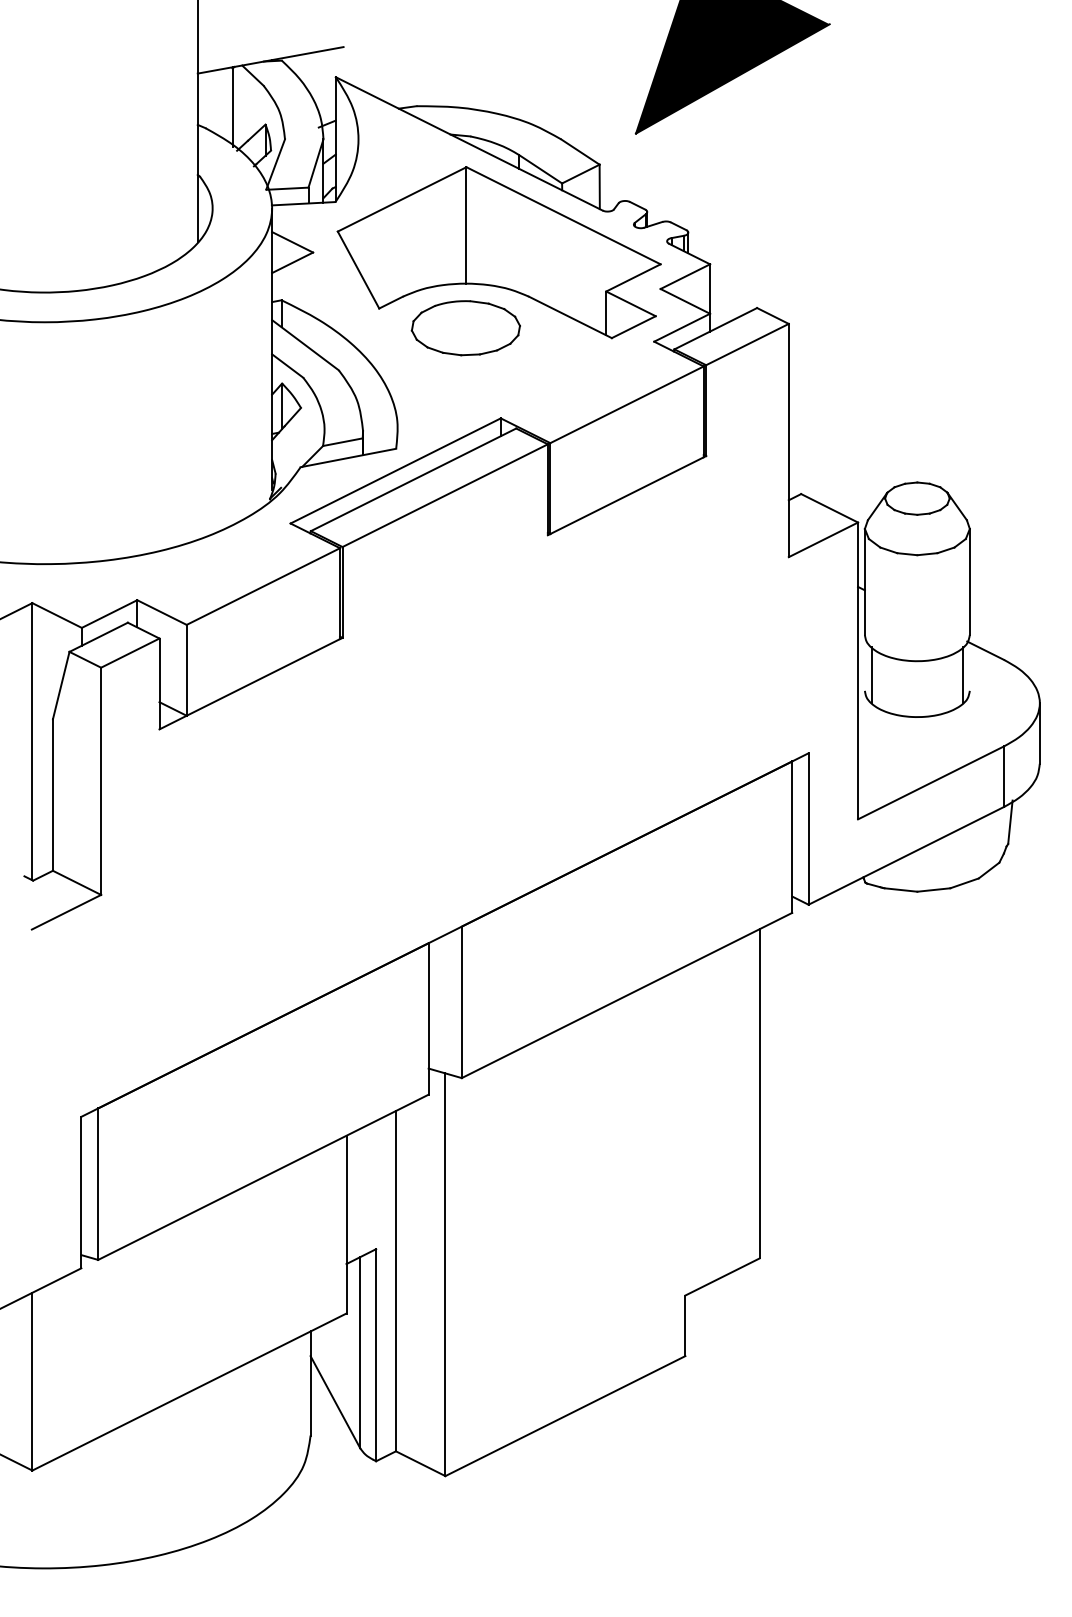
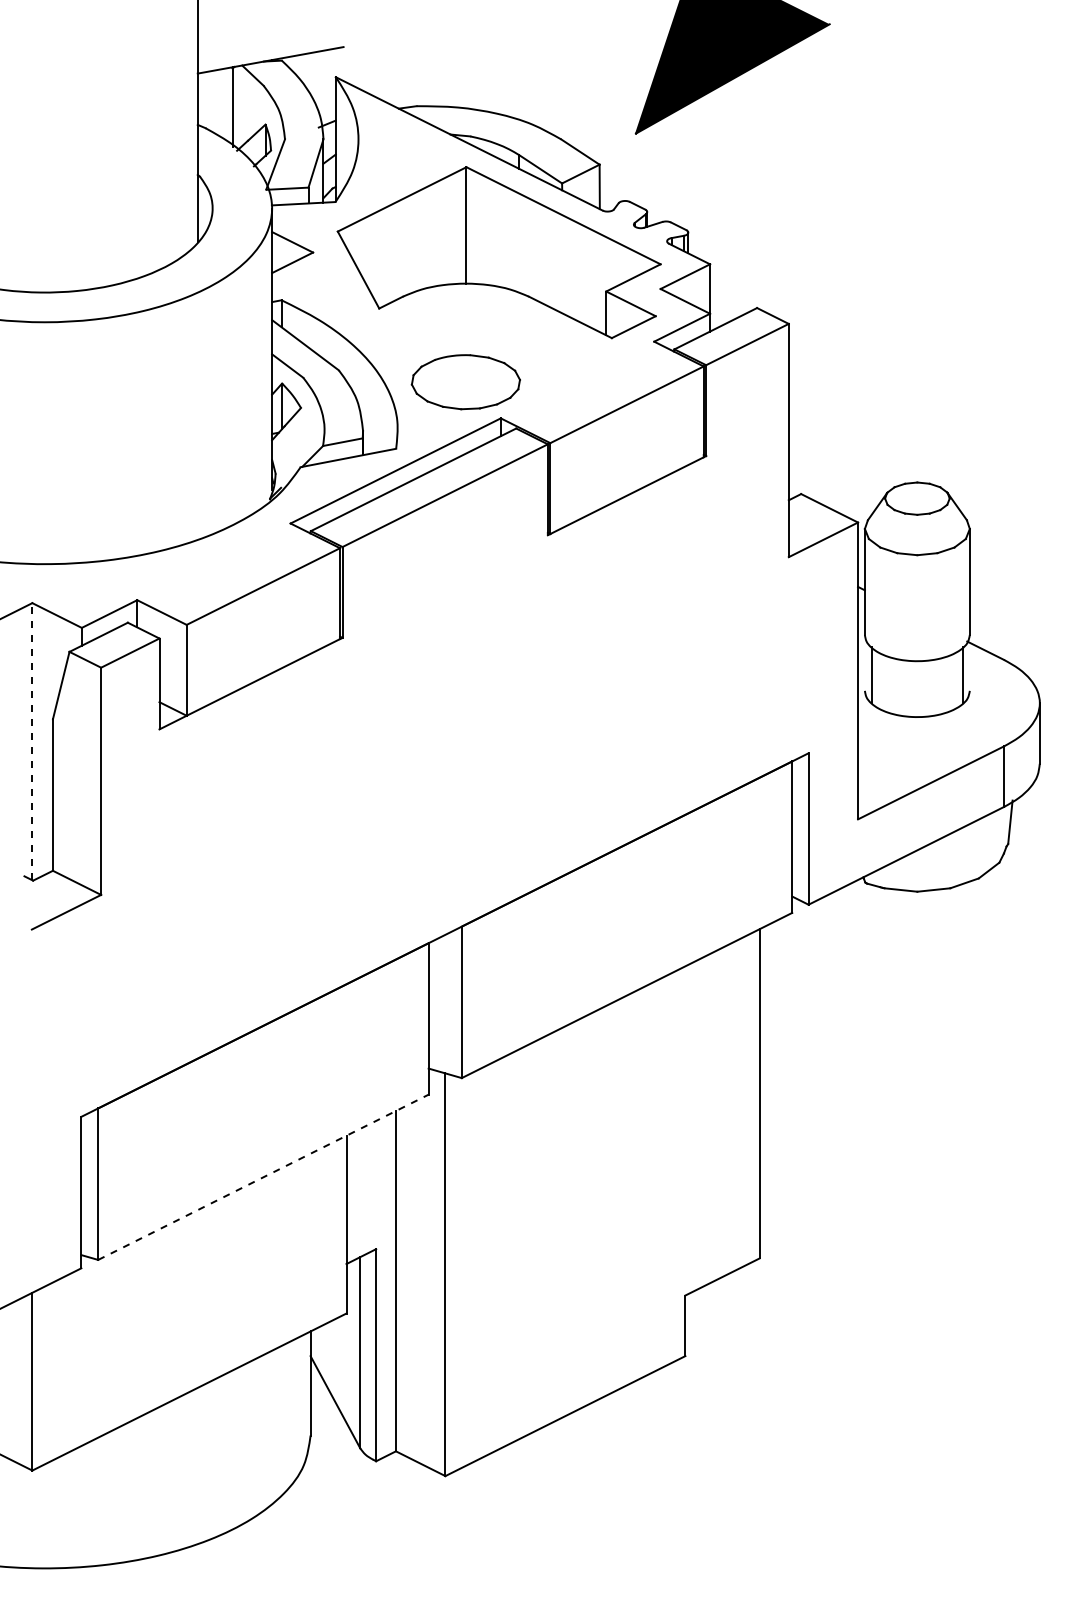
part at (465, 328) position: (465, 328) -> (465, 382)
line at (32, 741): solid -> dashed
line at (263, 1177): solid -> dashed
